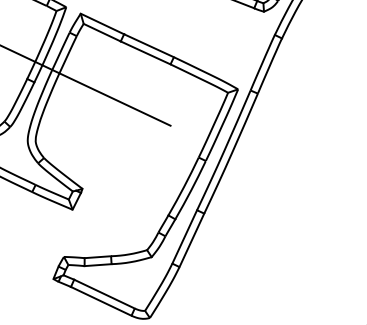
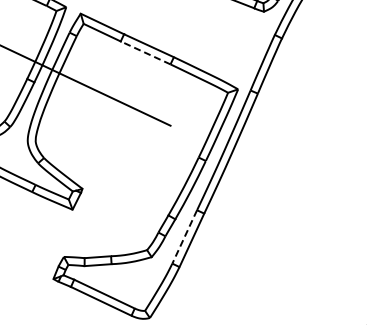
line at (145, 52): solid -> dashed
line at (184, 237): solid -> dashed
